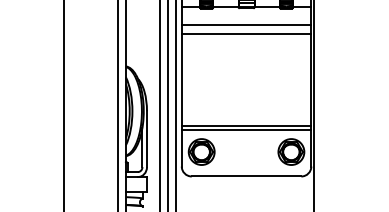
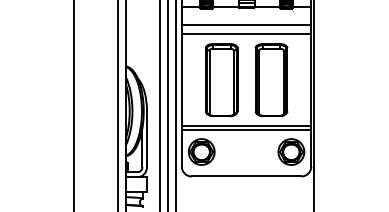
part at (221, 80): none -> present
part at (271, 80): none -> present
line at (64, 105) position: (64, 105) -> (74, 105)
